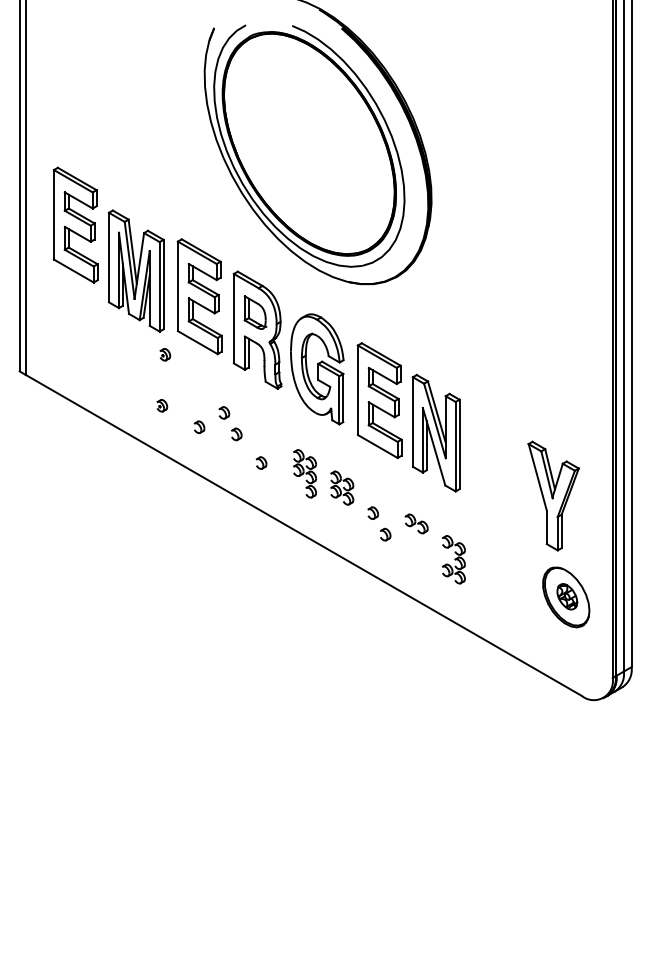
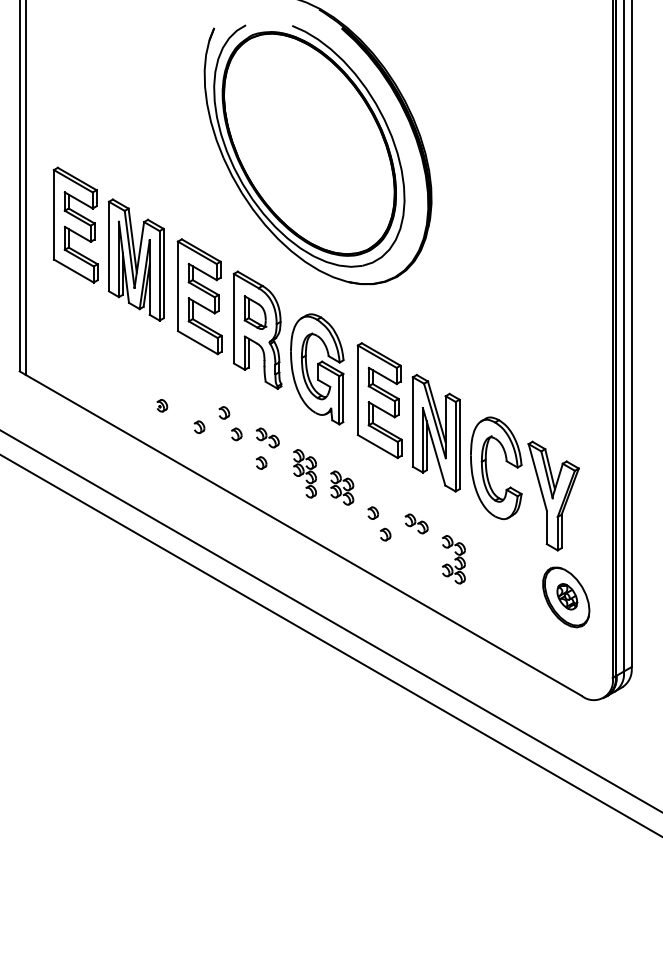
part at (135, 270) position: (135, 270) -> (135, 259)
part at (165, 354): present -> none
part at (267, 437): none -> present
part at (487, 468): none -> present
line at (330, 620): none -> present
line at (330, 645): none -> present
